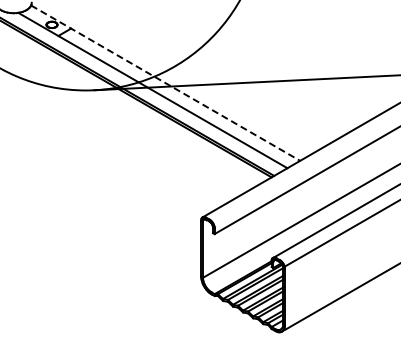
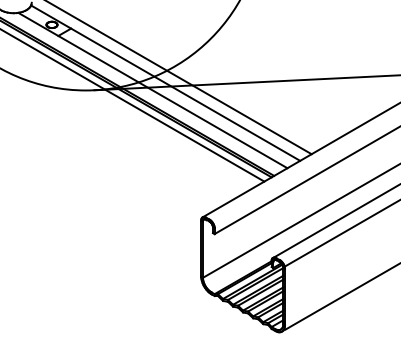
line at (179, 78): none -> present
line at (166, 83): dashed -> solid
line at (133, 105): none -> present
